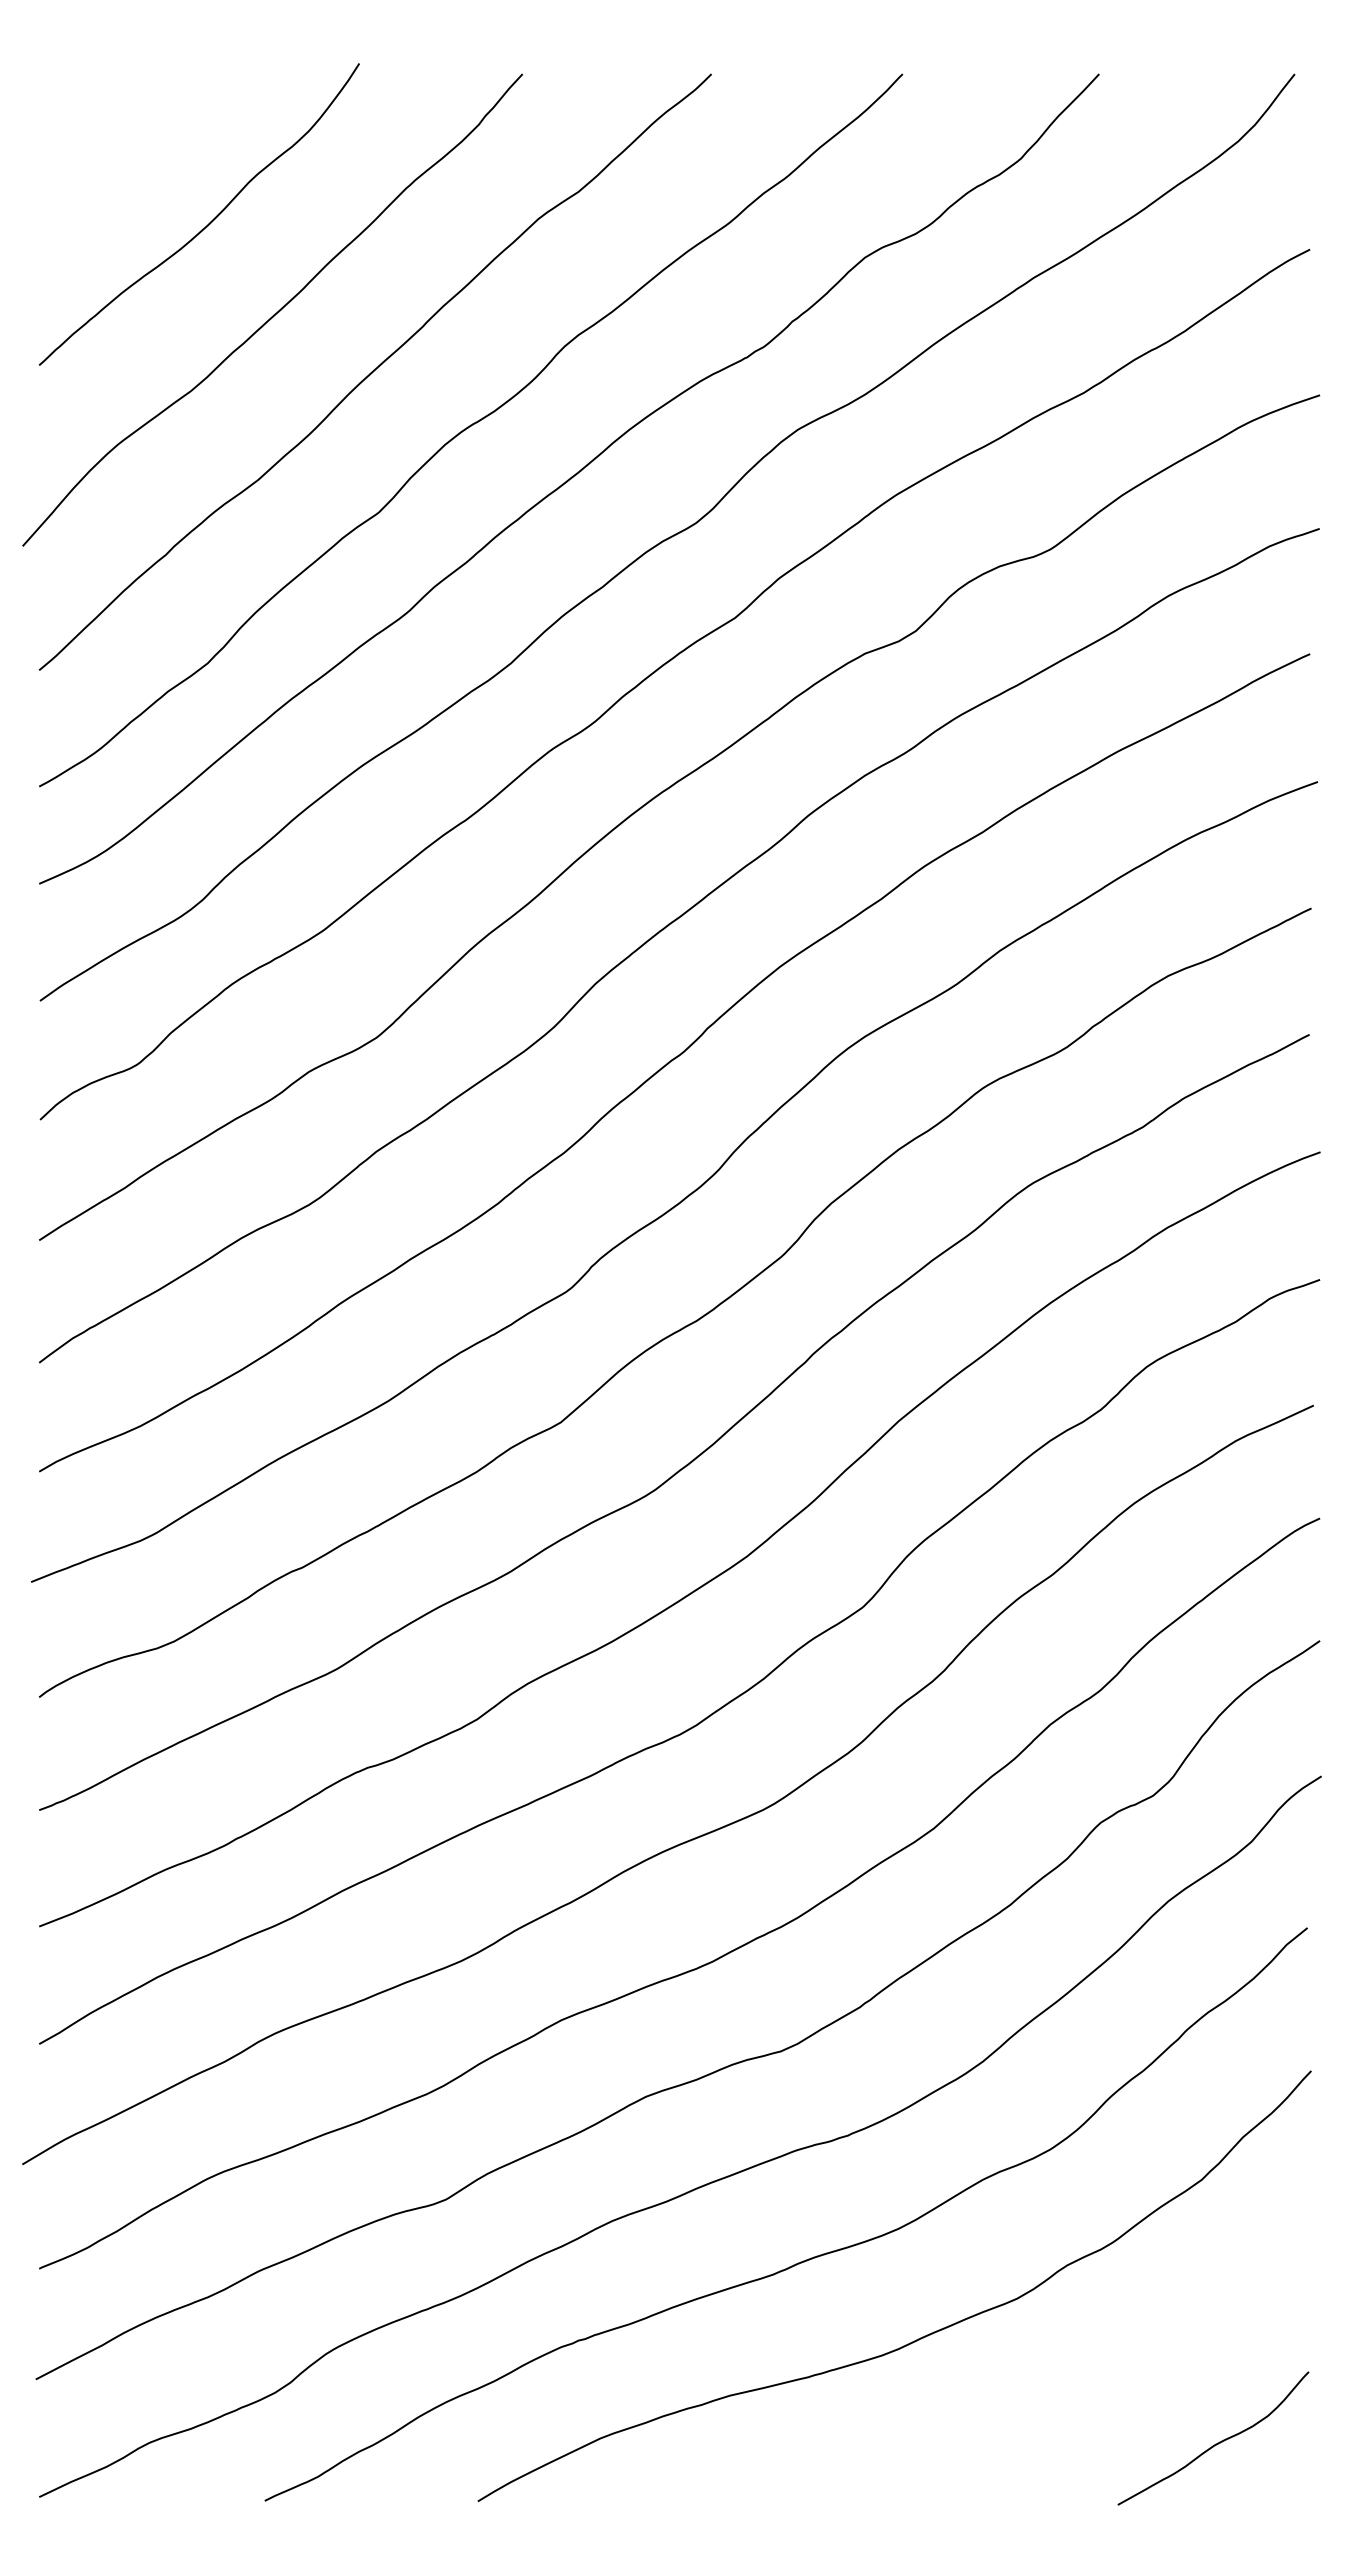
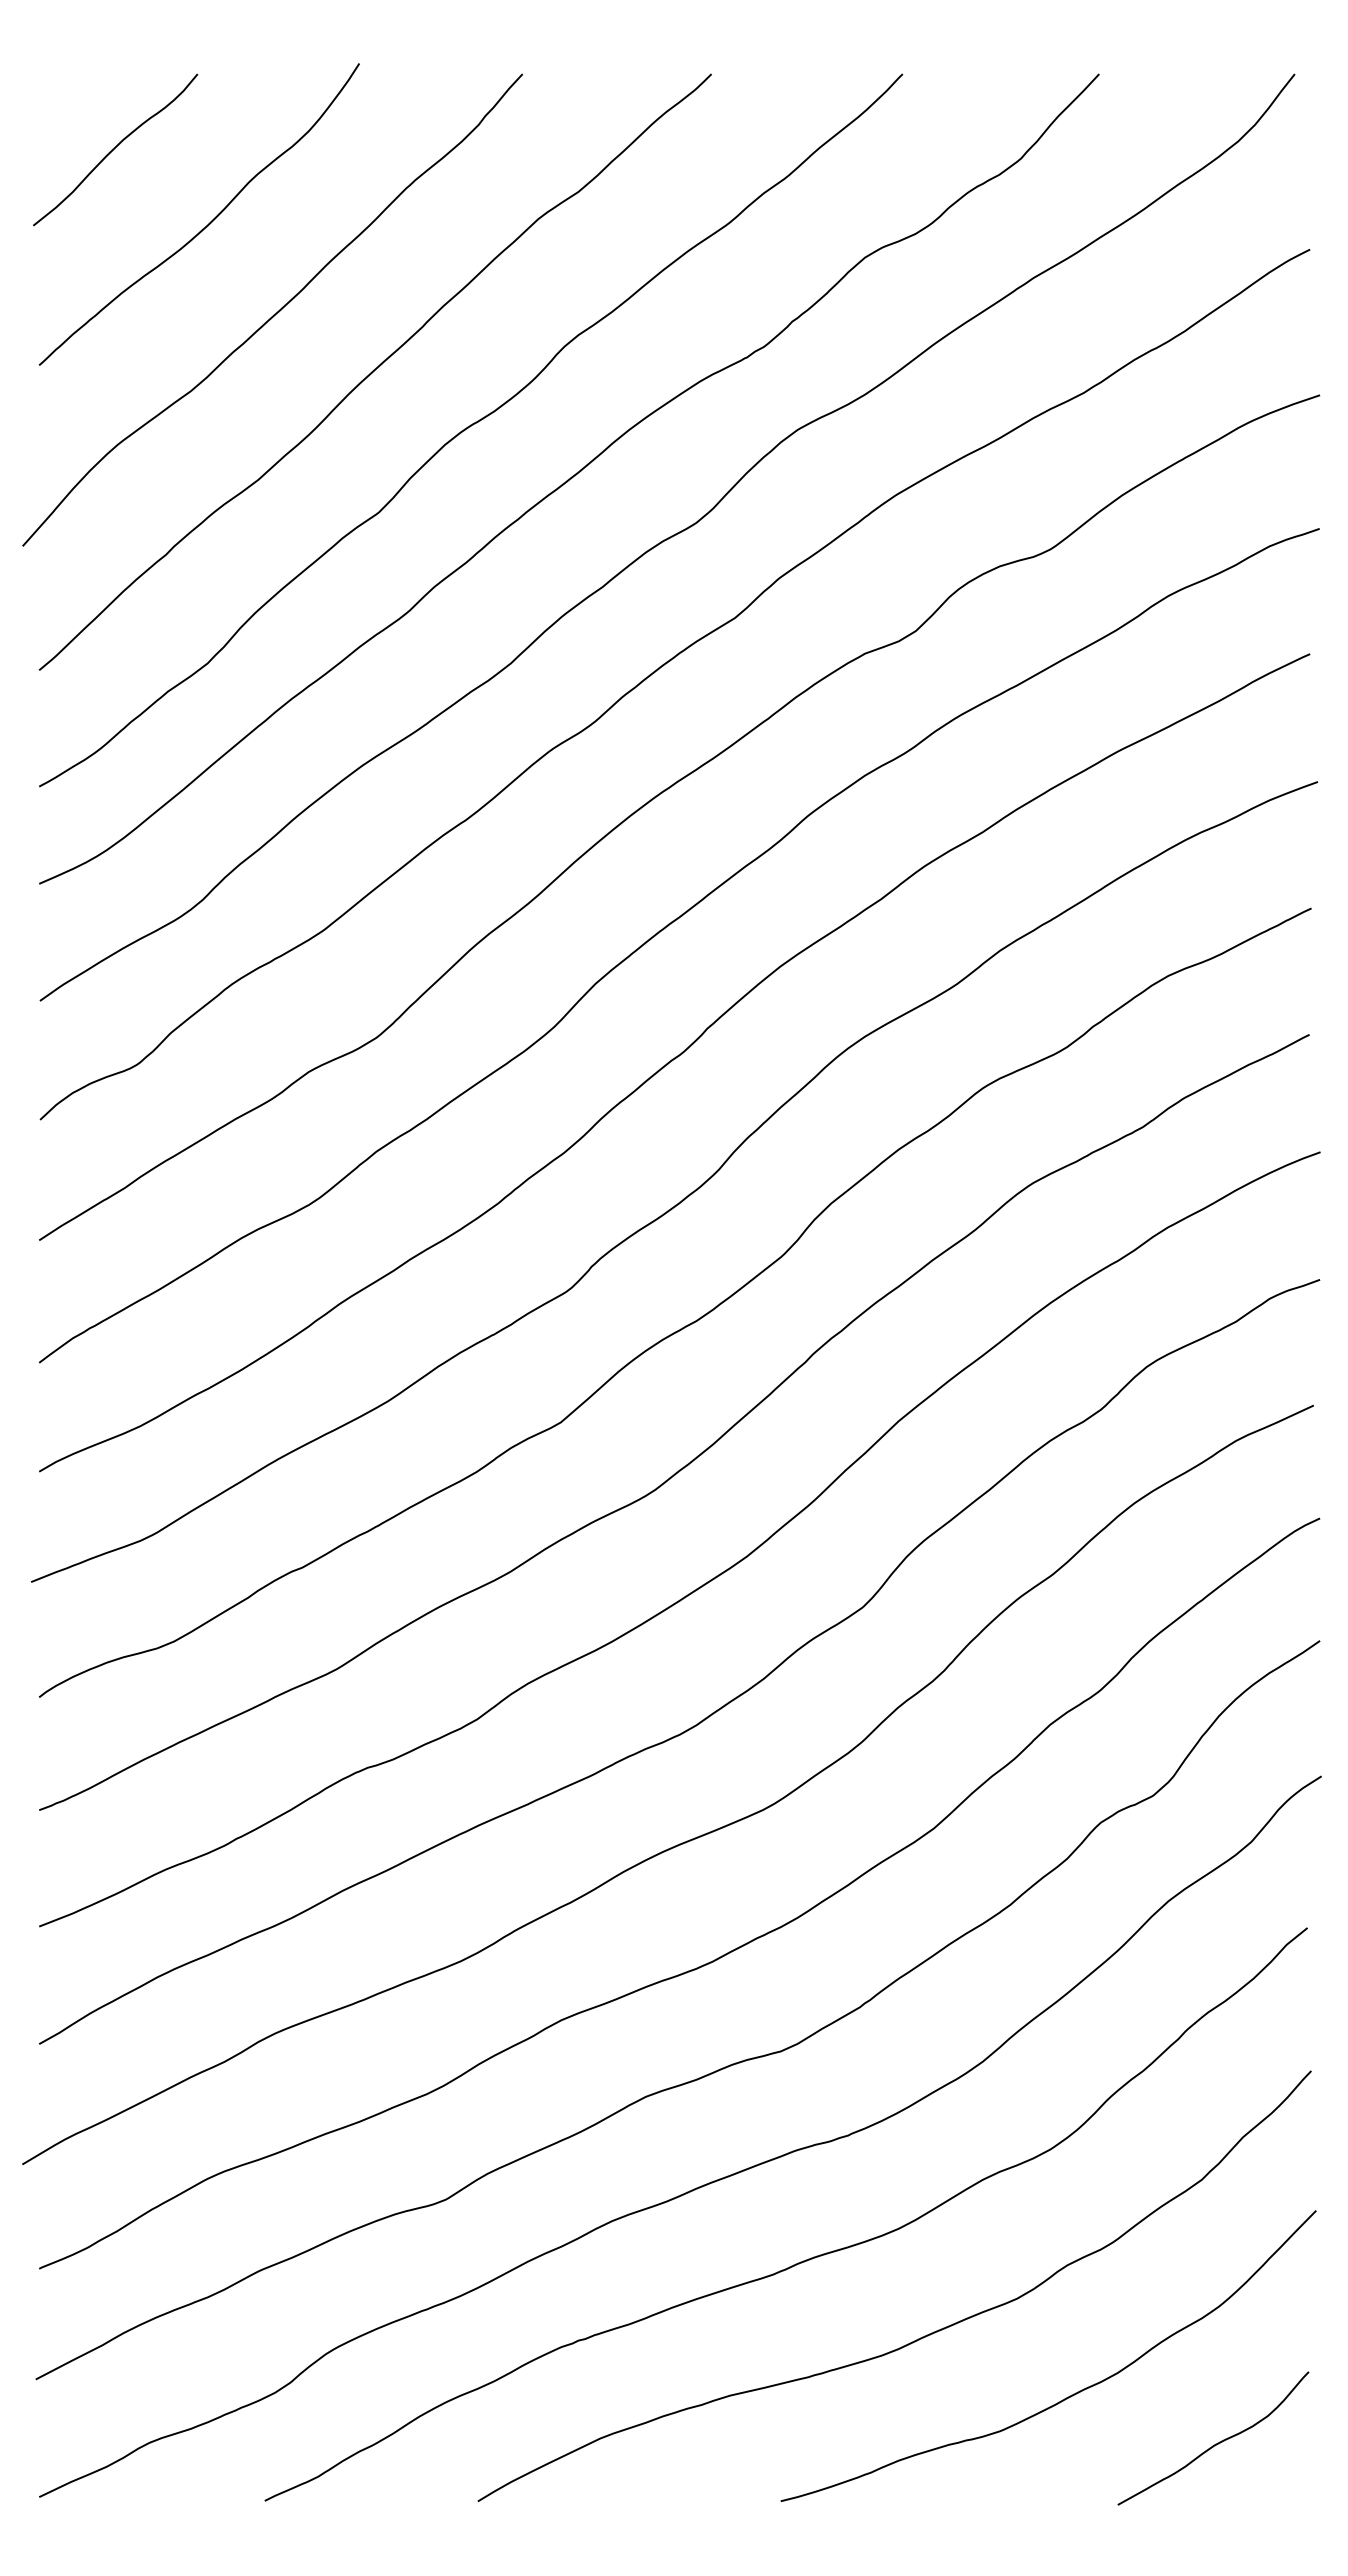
curve at (115, 148): none -> present
curve at (1073, 2393): none -> present
